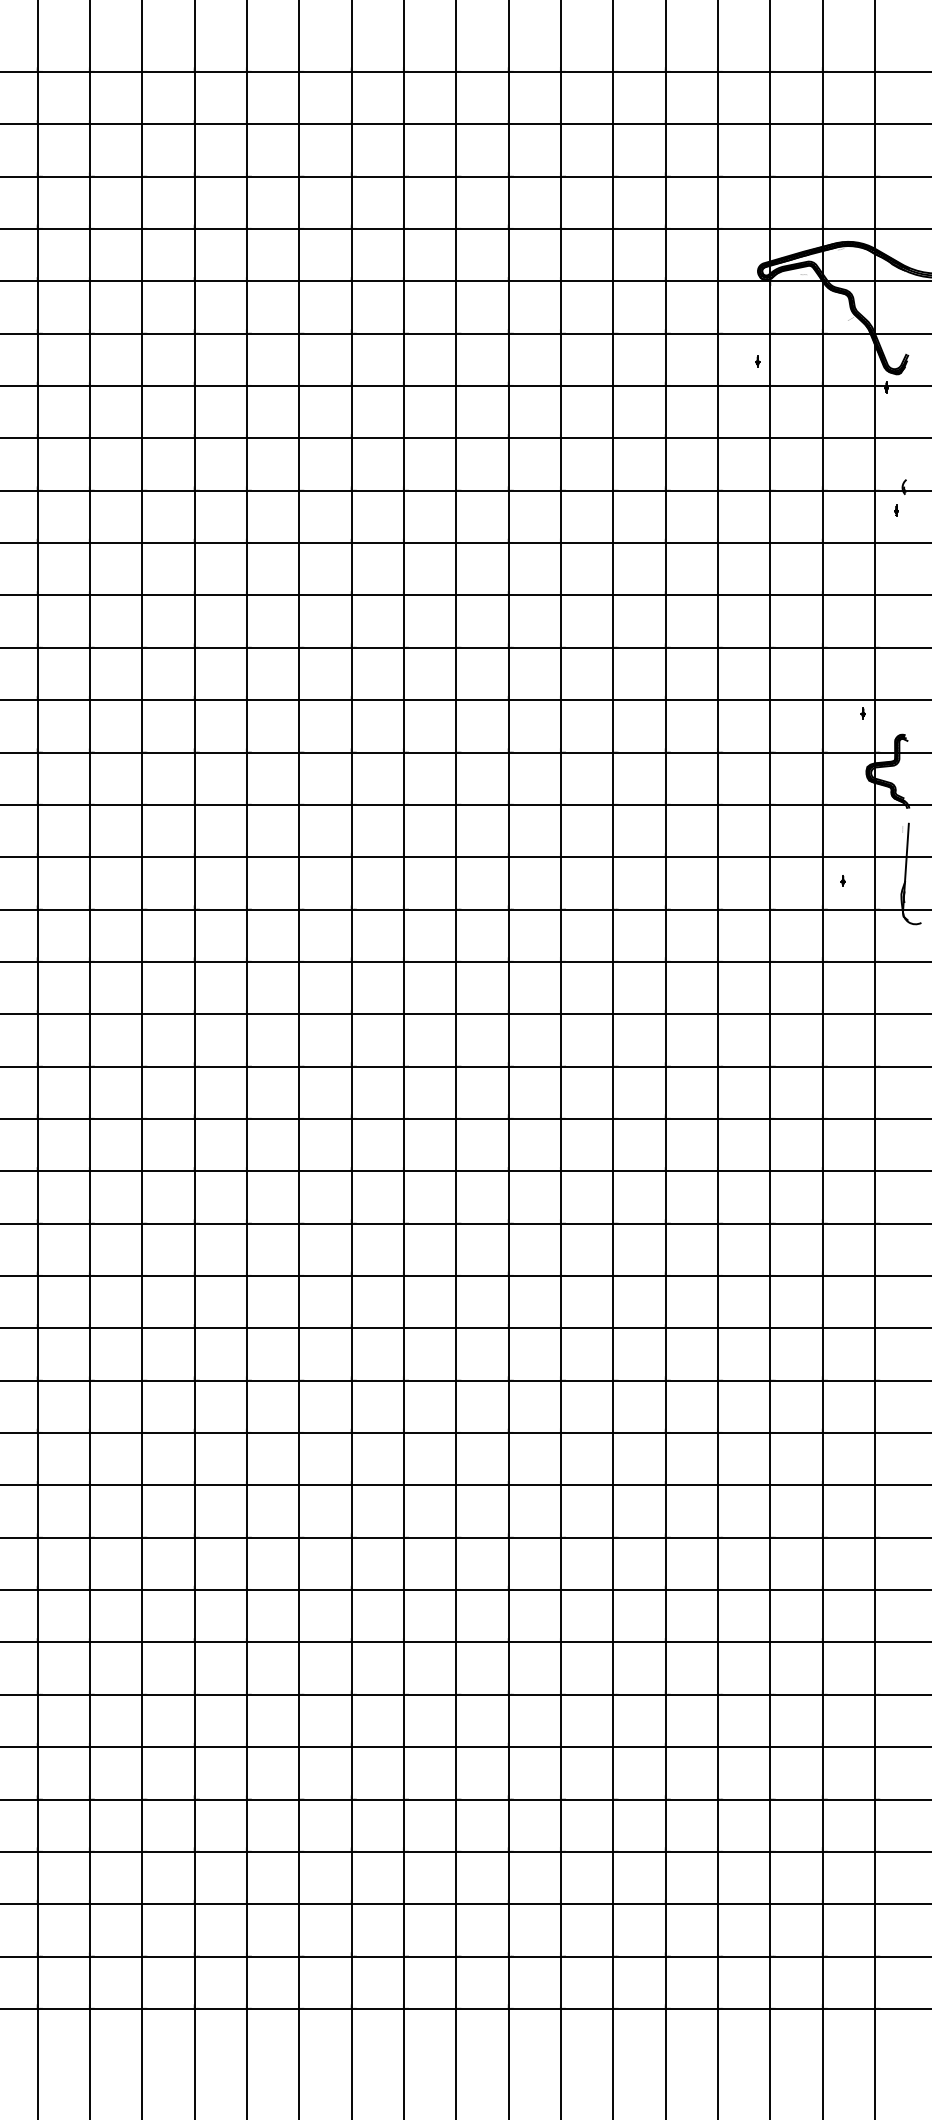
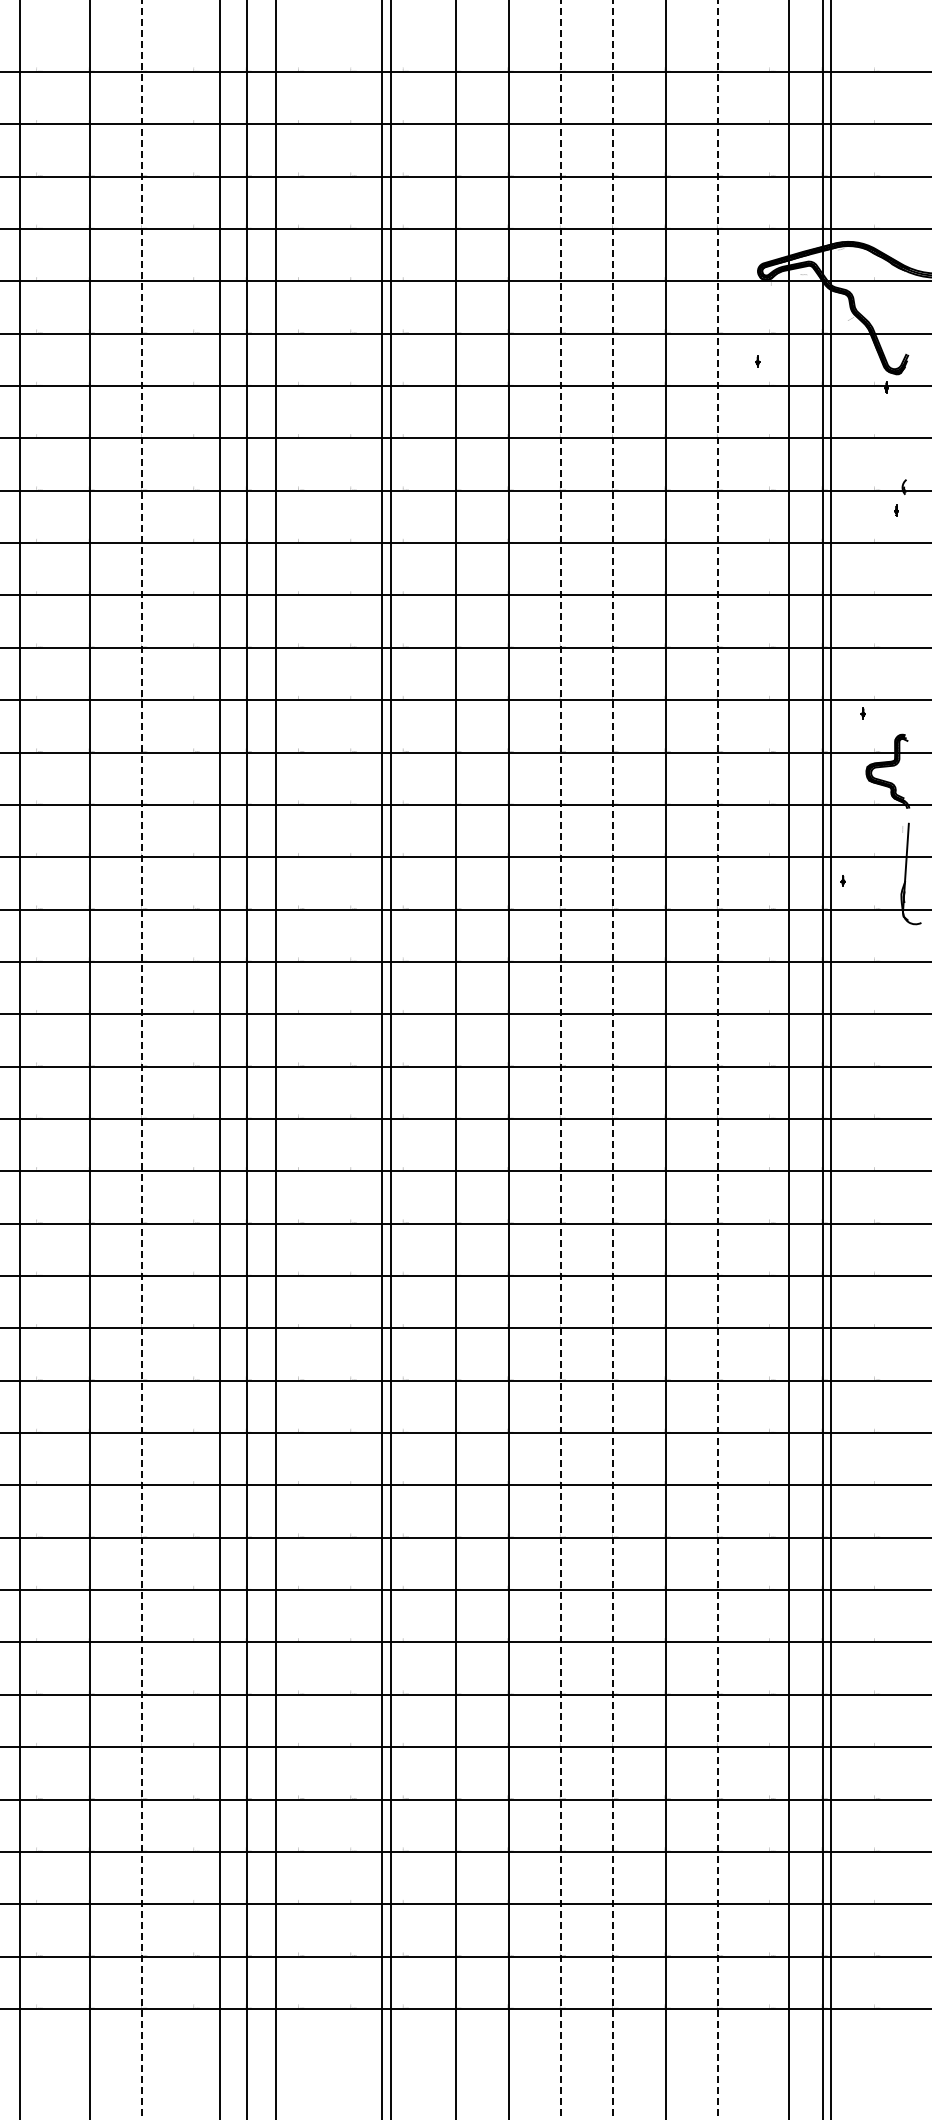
line at (37, 1059) position: (37, 1059) -> (19, 1059)
line at (194, 1059) position: (194, 1059) -> (219, 1059)
line at (299, 1059) position: (299, 1059) -> (276, 1059)
line at (351, 1059) position: (351, 1059) -> (381, 1059)
line at (404, 1059) position: (404, 1059) -> (391, 1059)
line at (770, 1059) position: (770, 1059) -> (789, 1059)
line at (875, 1059) position: (875, 1059) -> (831, 1059)
line at (142, 1060): solid -> dashed
line at (561, 1060): solid -> dashed
line at (613, 1060): solid -> dashed
line at (718, 1060): solid -> dashed
